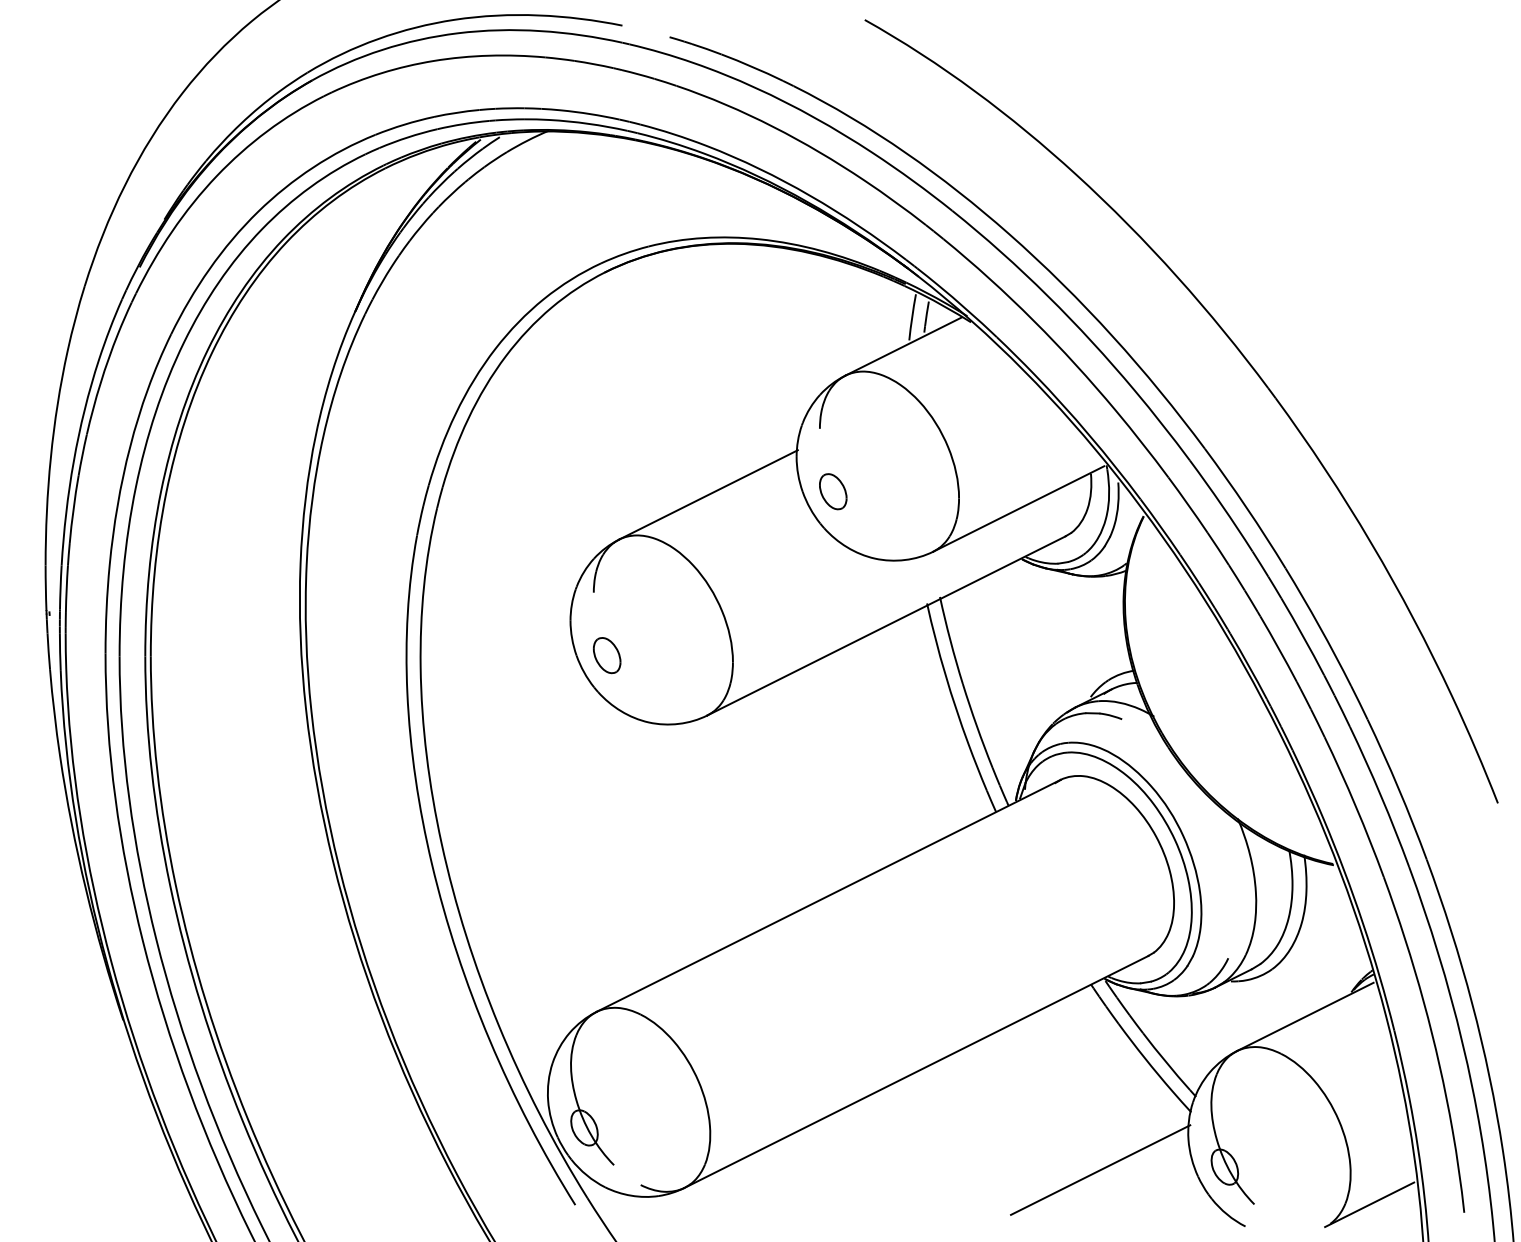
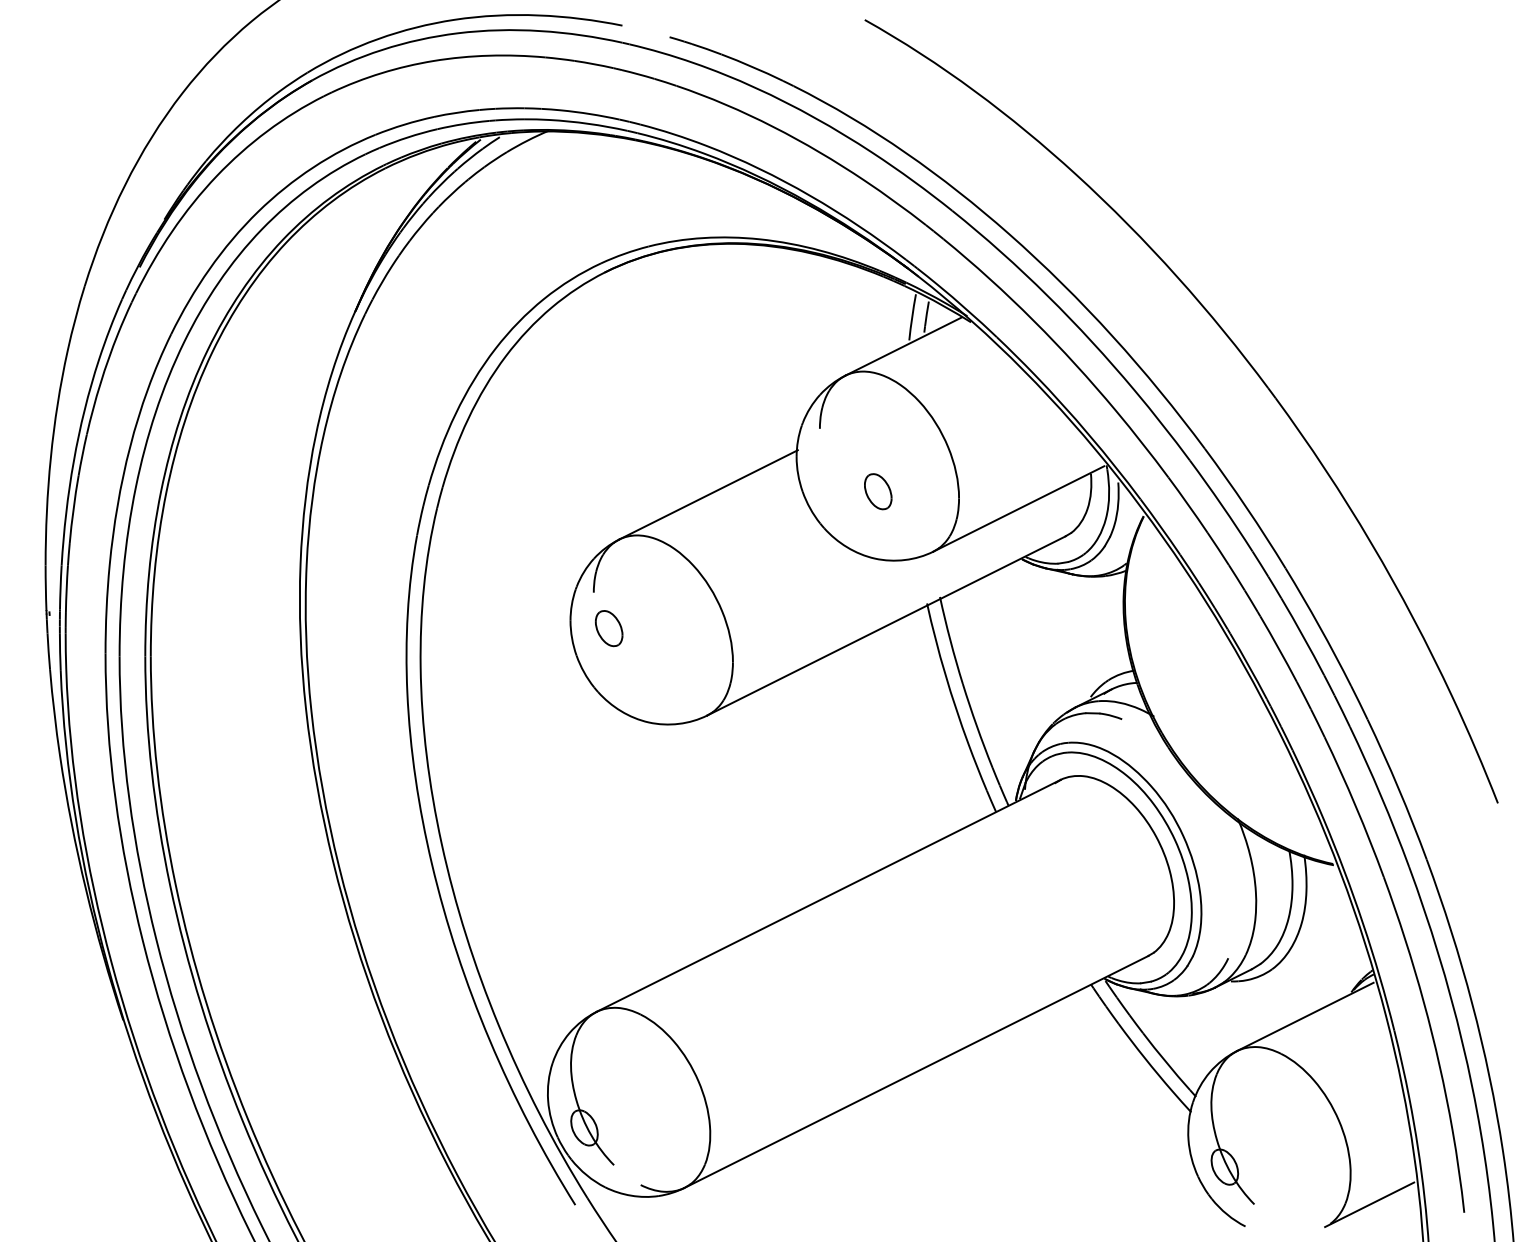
part at (833, 491) position: (833, 491) -> (878, 491)
part at (607, 655) position: (607, 655) -> (609, 628)
line at (1100, 1169): present -> none
